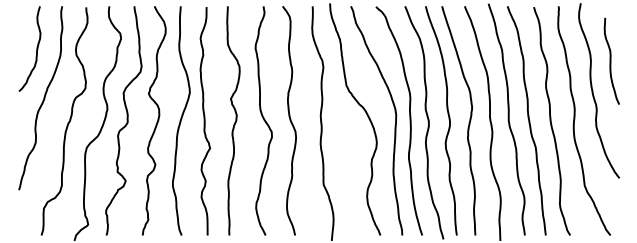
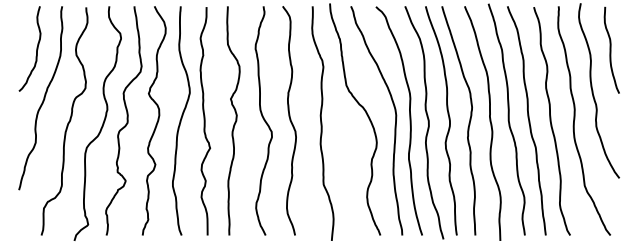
curve at (611, 60) position: (611, 60) -> (611, 49)
